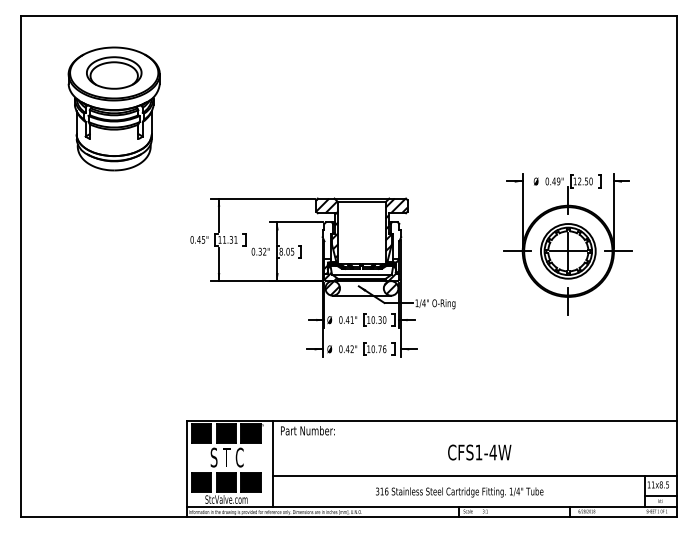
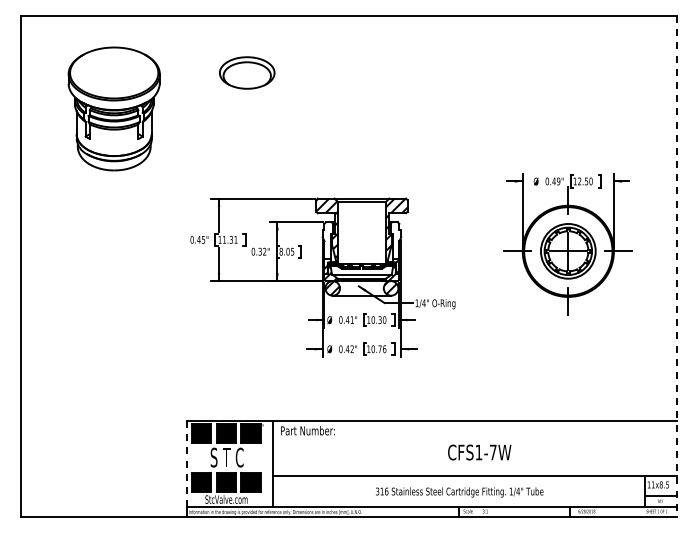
part at (114, 72) position: (114, 72) -> (247, 72)
line at (677, 266): solid -> dashed
text at (492, 452): CFS1-4W -> CFS1-7W
line at (186, 463): solid -> dashed
